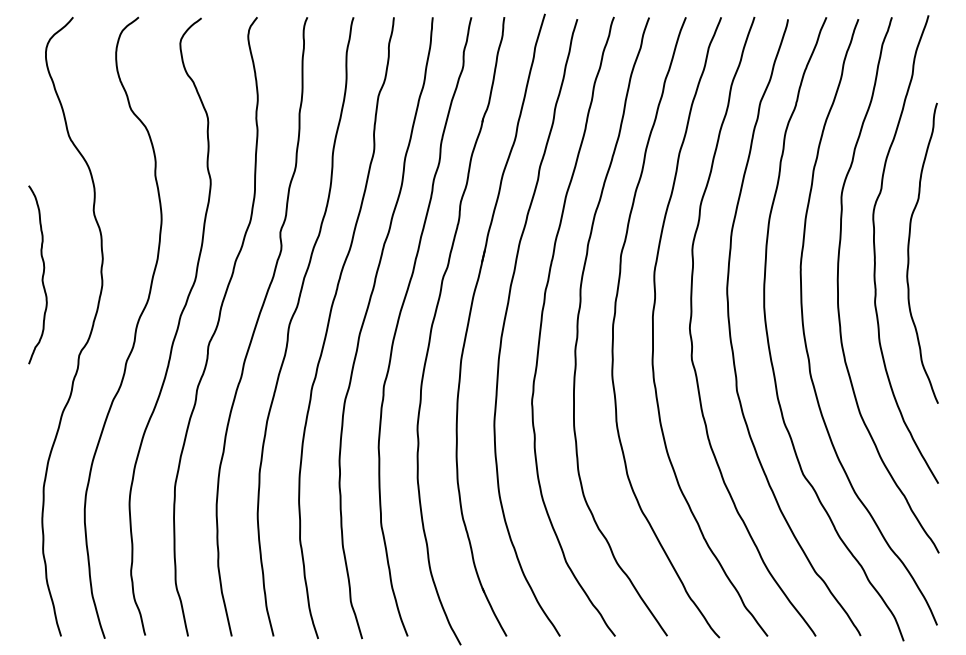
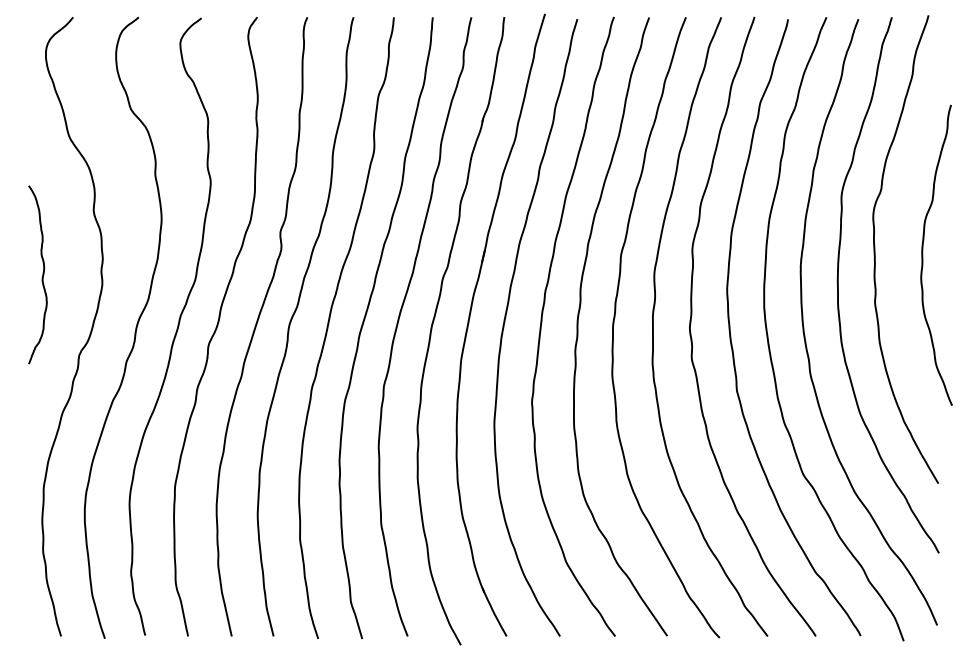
curve at (909, 252) position: (909, 252) -> (923, 254)
